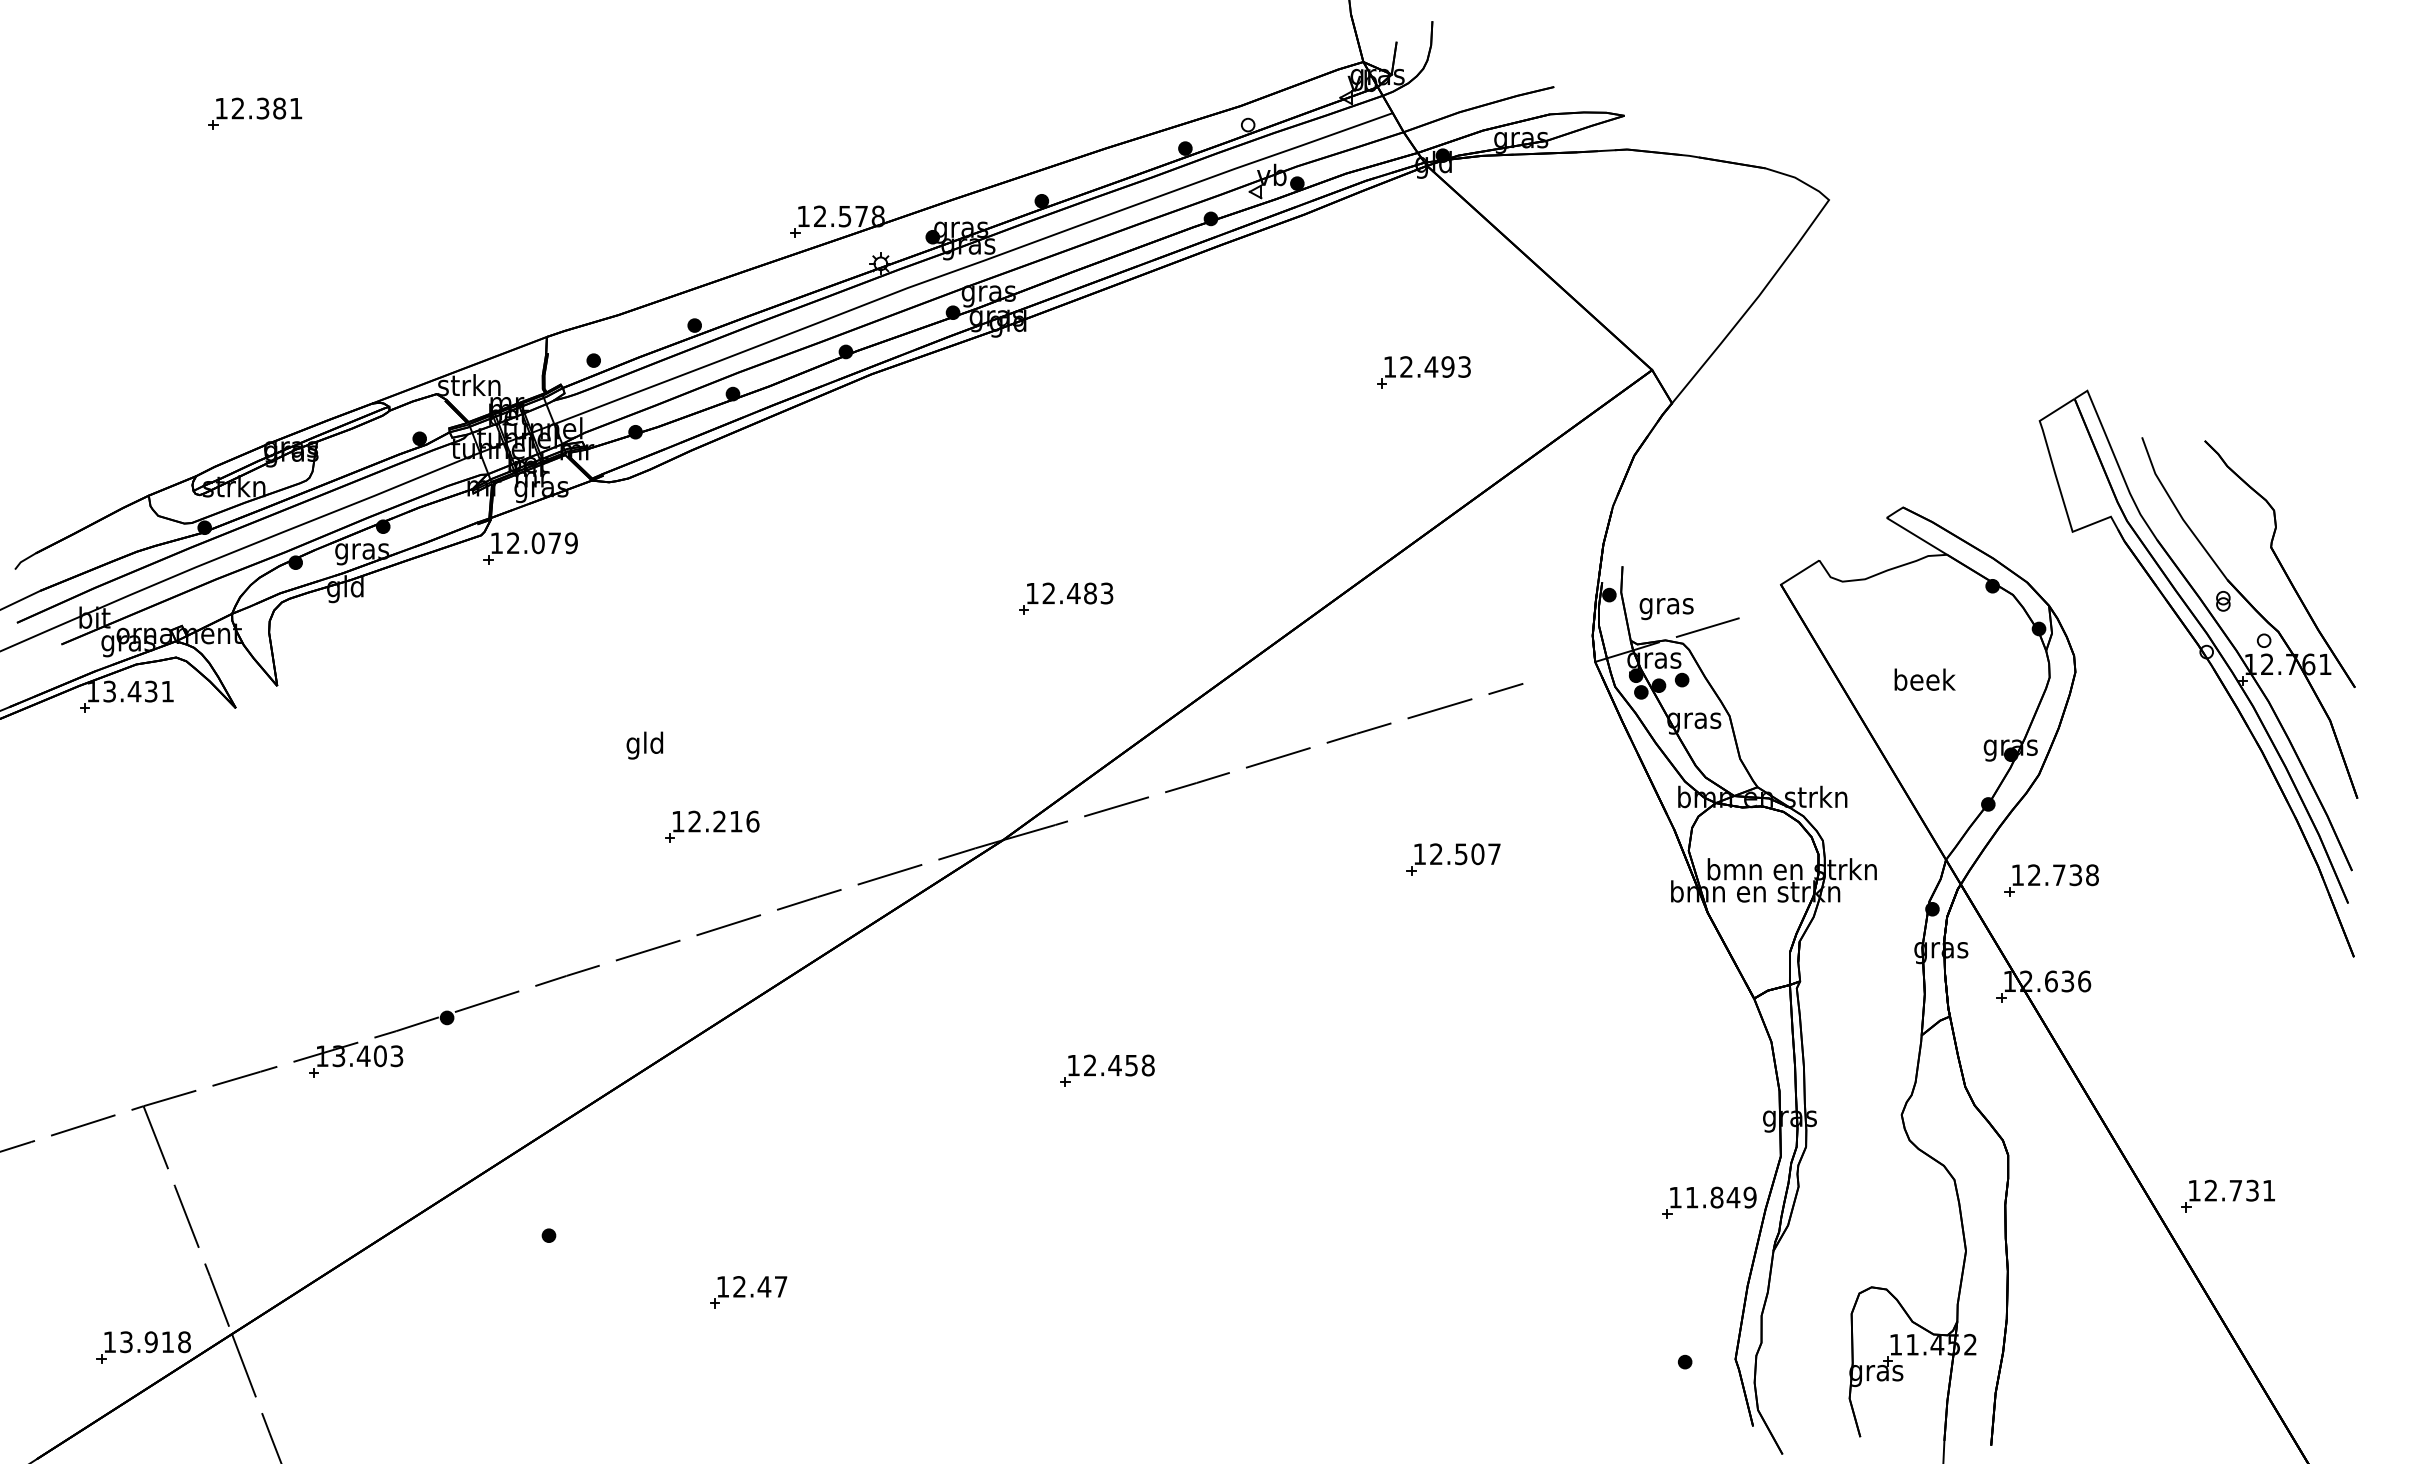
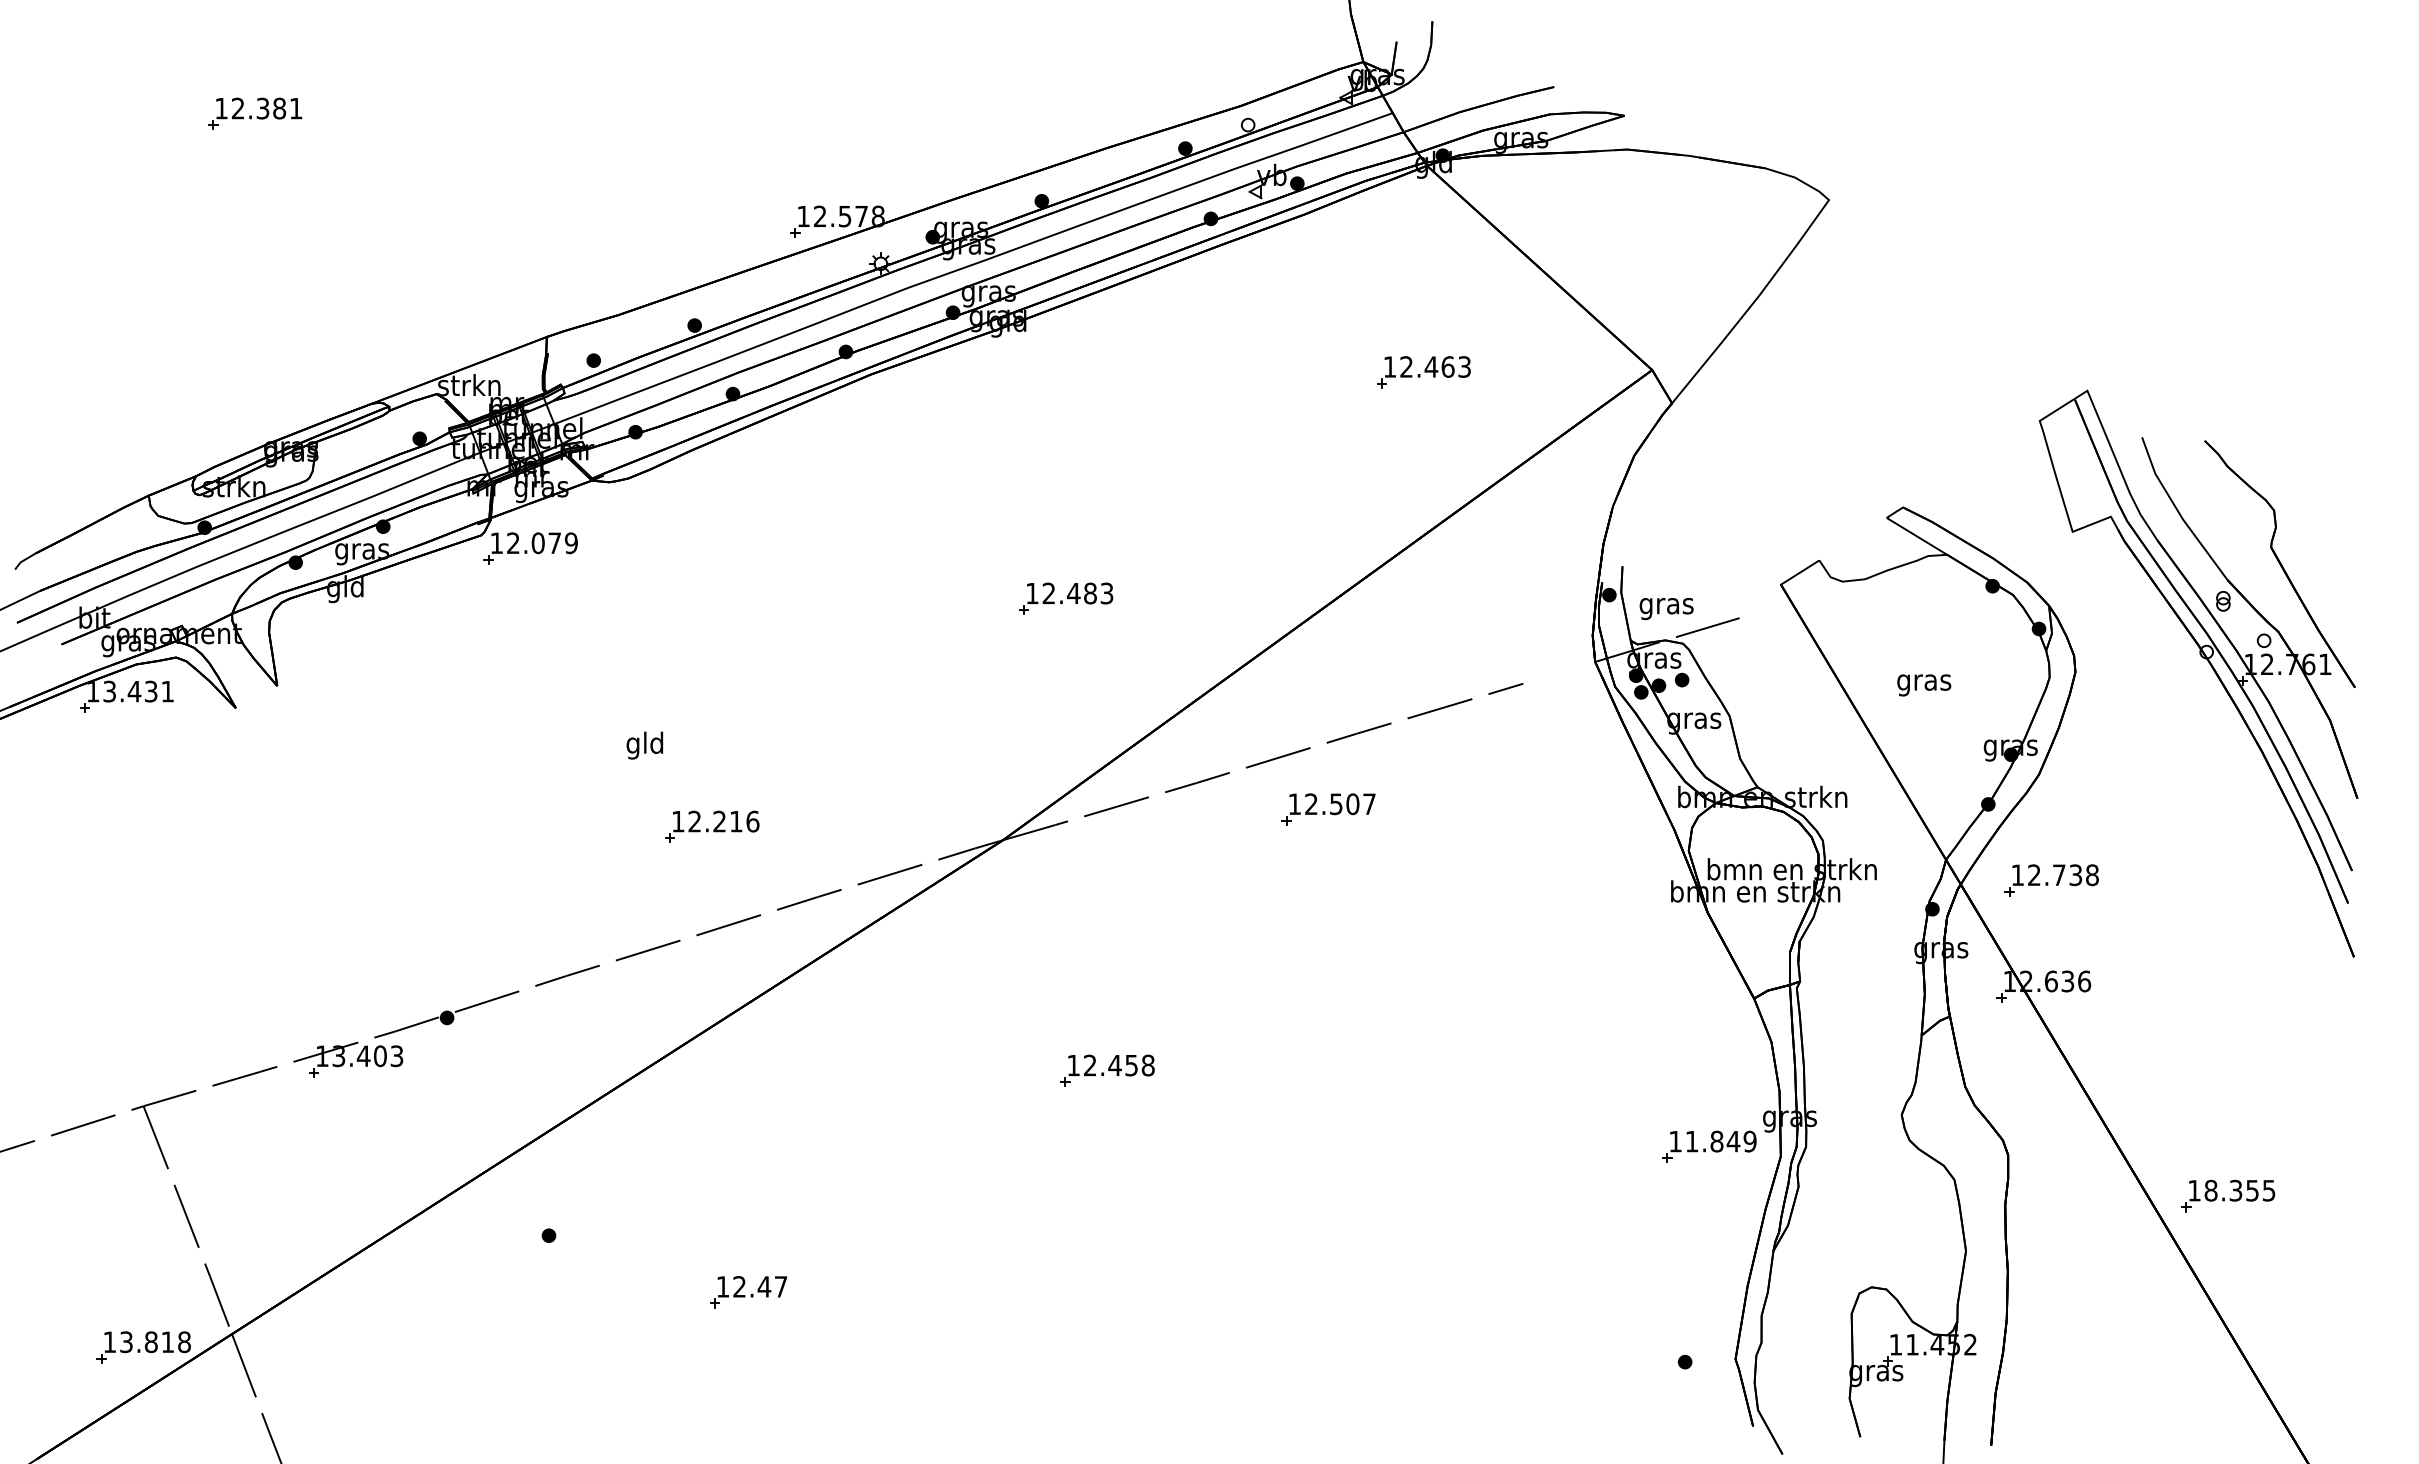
text at (1447, 366): 12.493 -> 12.463
text at (1924, 682): beek -> gras
part at (1453, 859) position: (1453, 859) -> (1328, 809)
text at (2239, 1190): 12.731 -> 18.355
part at (1709, 1202) position: (1709, 1202) -> (1709, 1146)
text at (150, 1342): 13.918 -> 13.818
